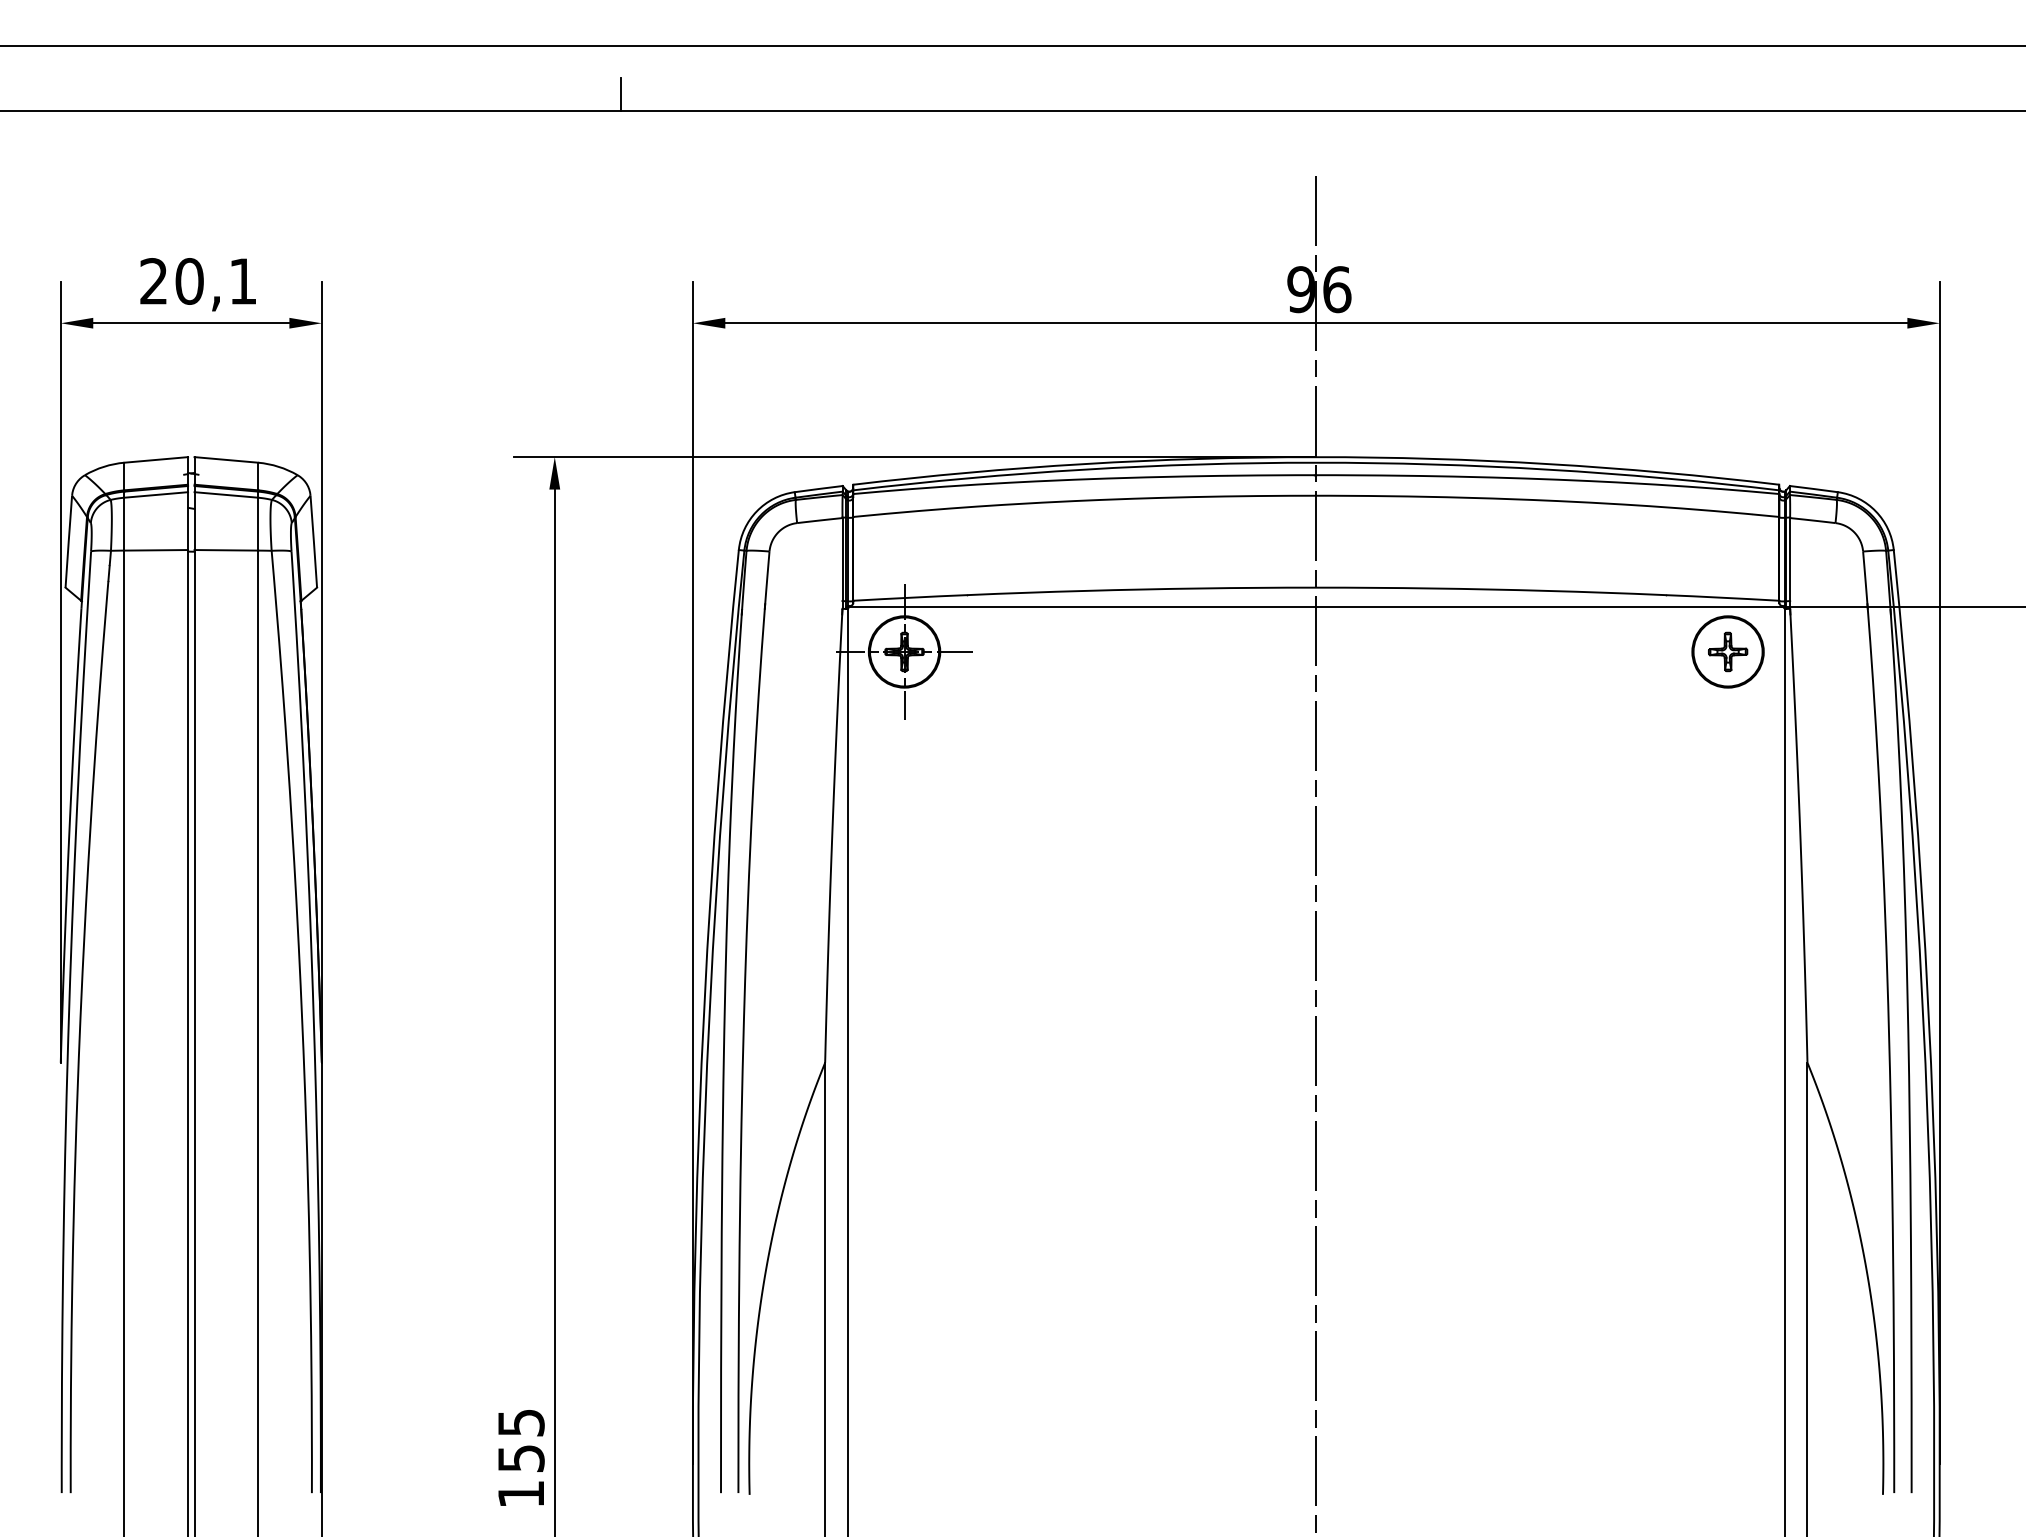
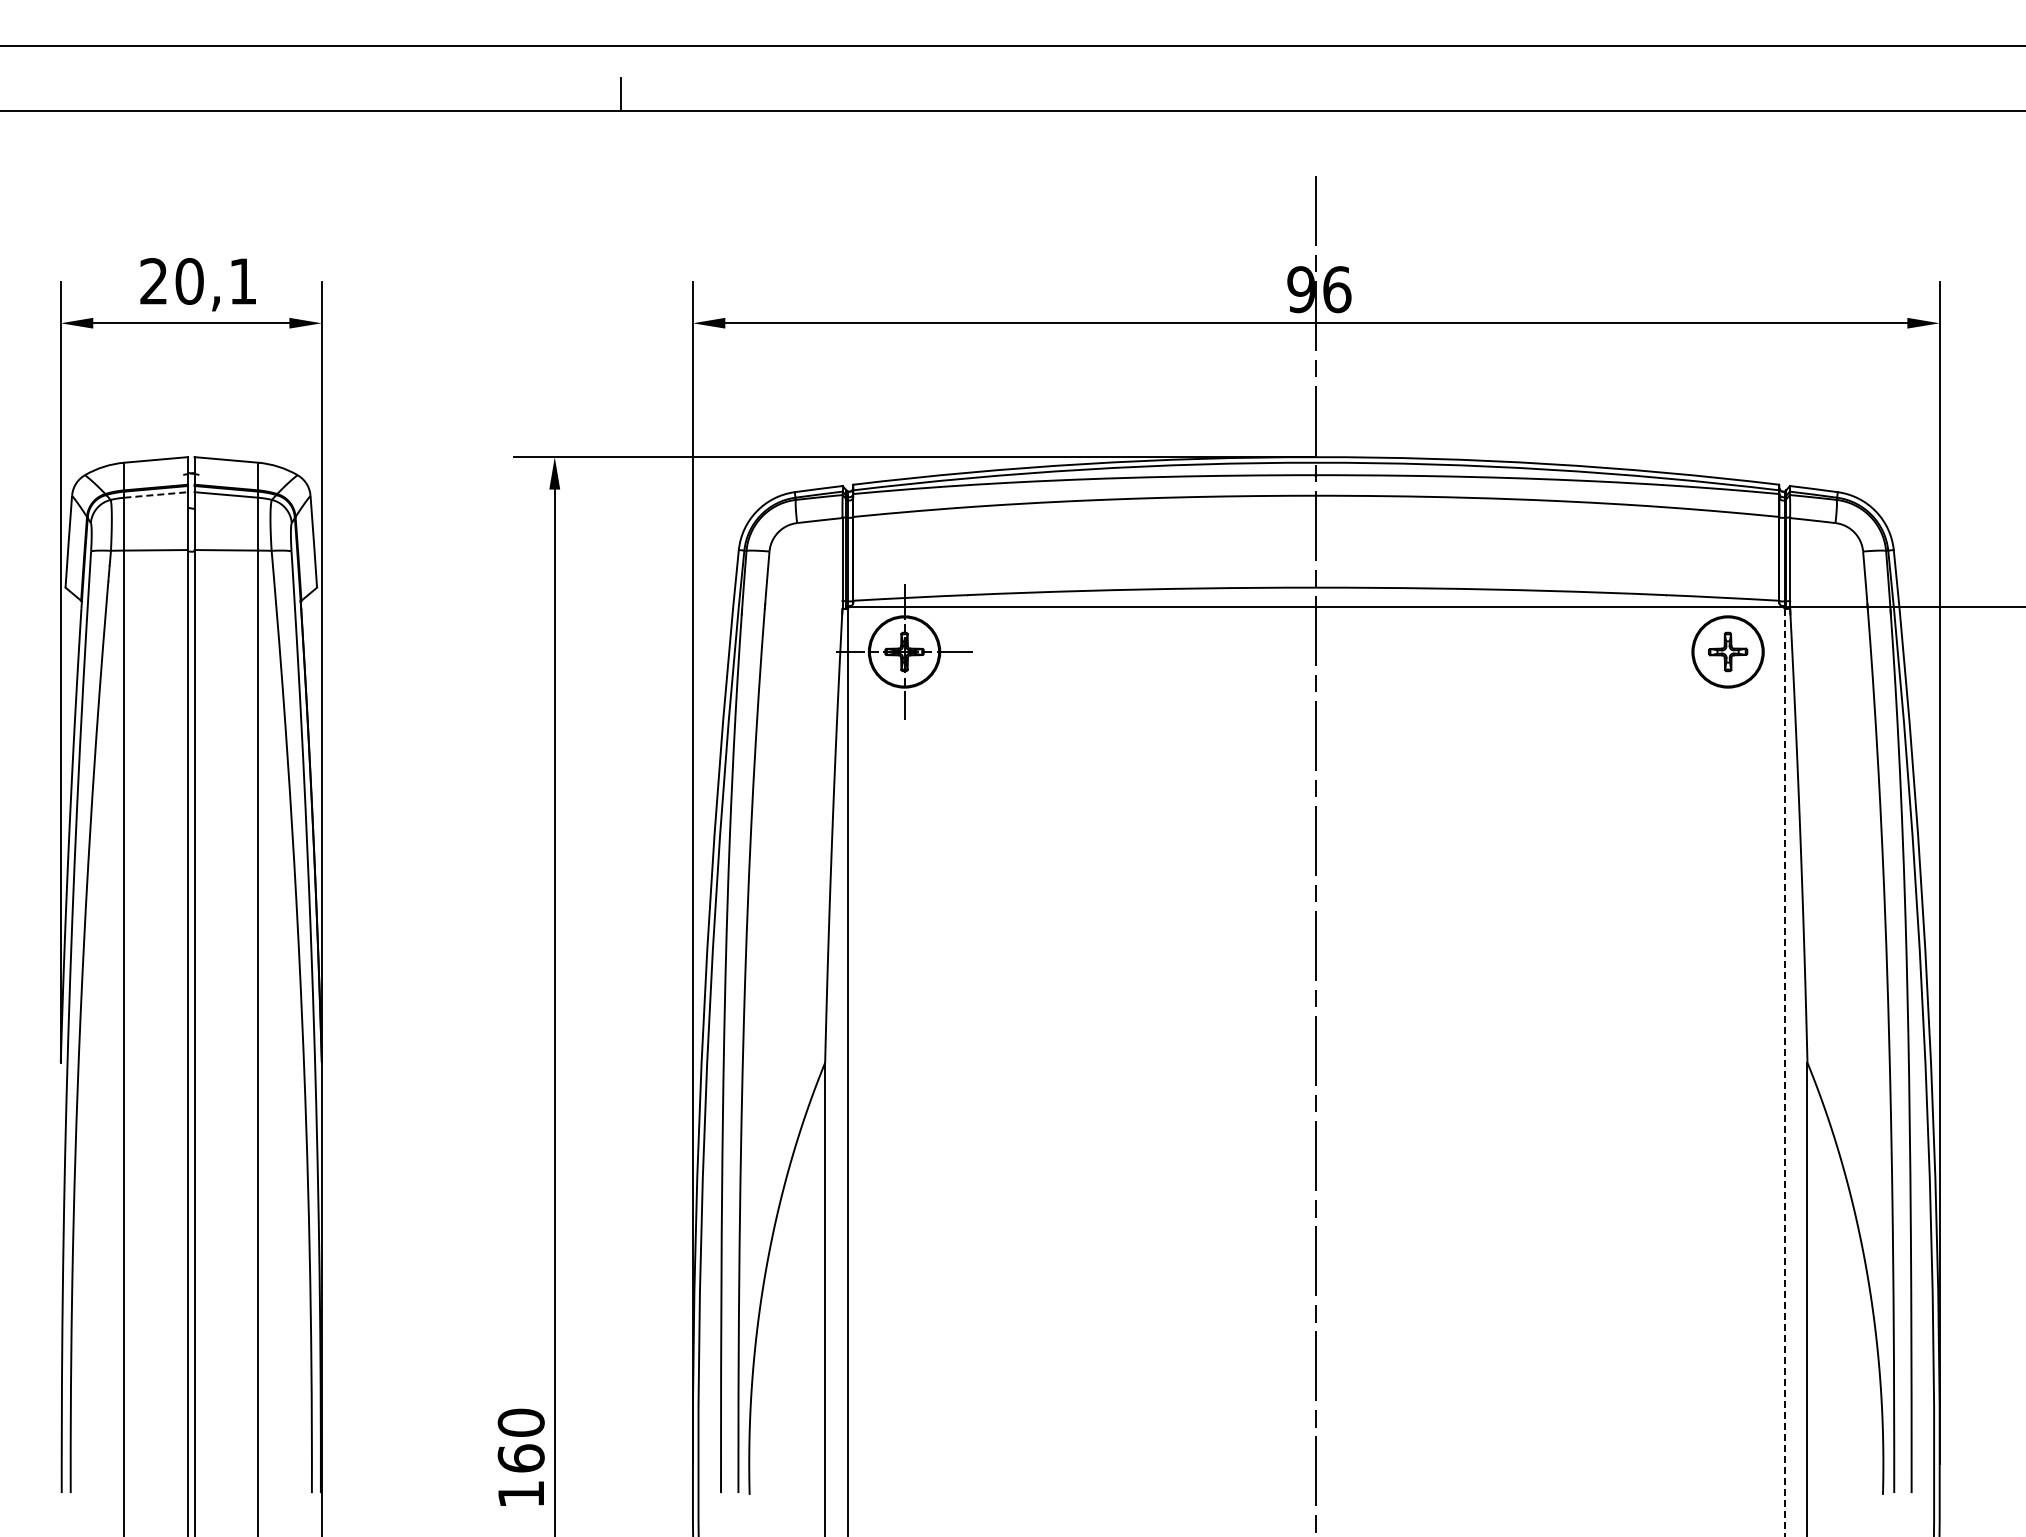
line at (156, 494): solid -> dashed
line at (1784, 1073): solid -> dashed
text at (520, 1440): 155 -> 160
